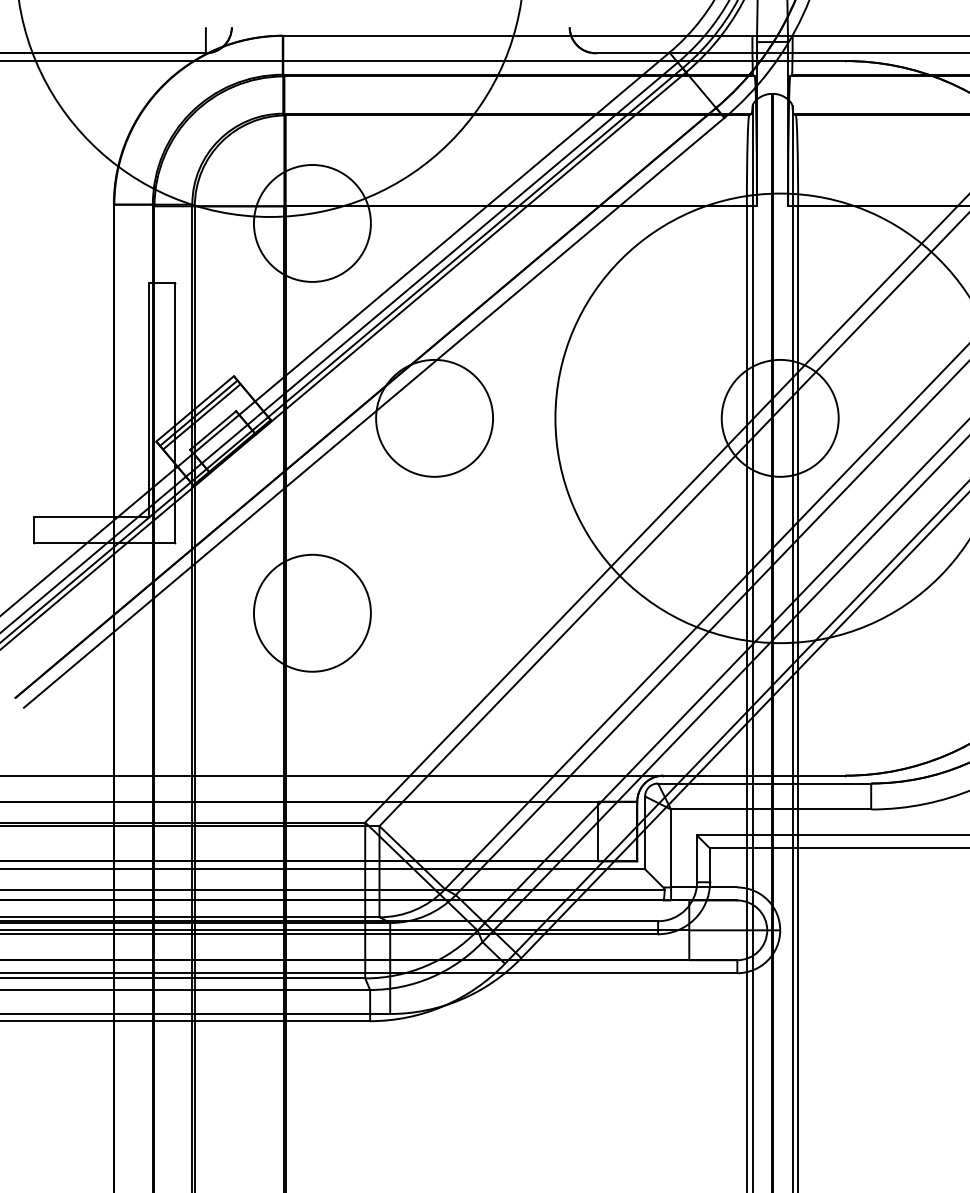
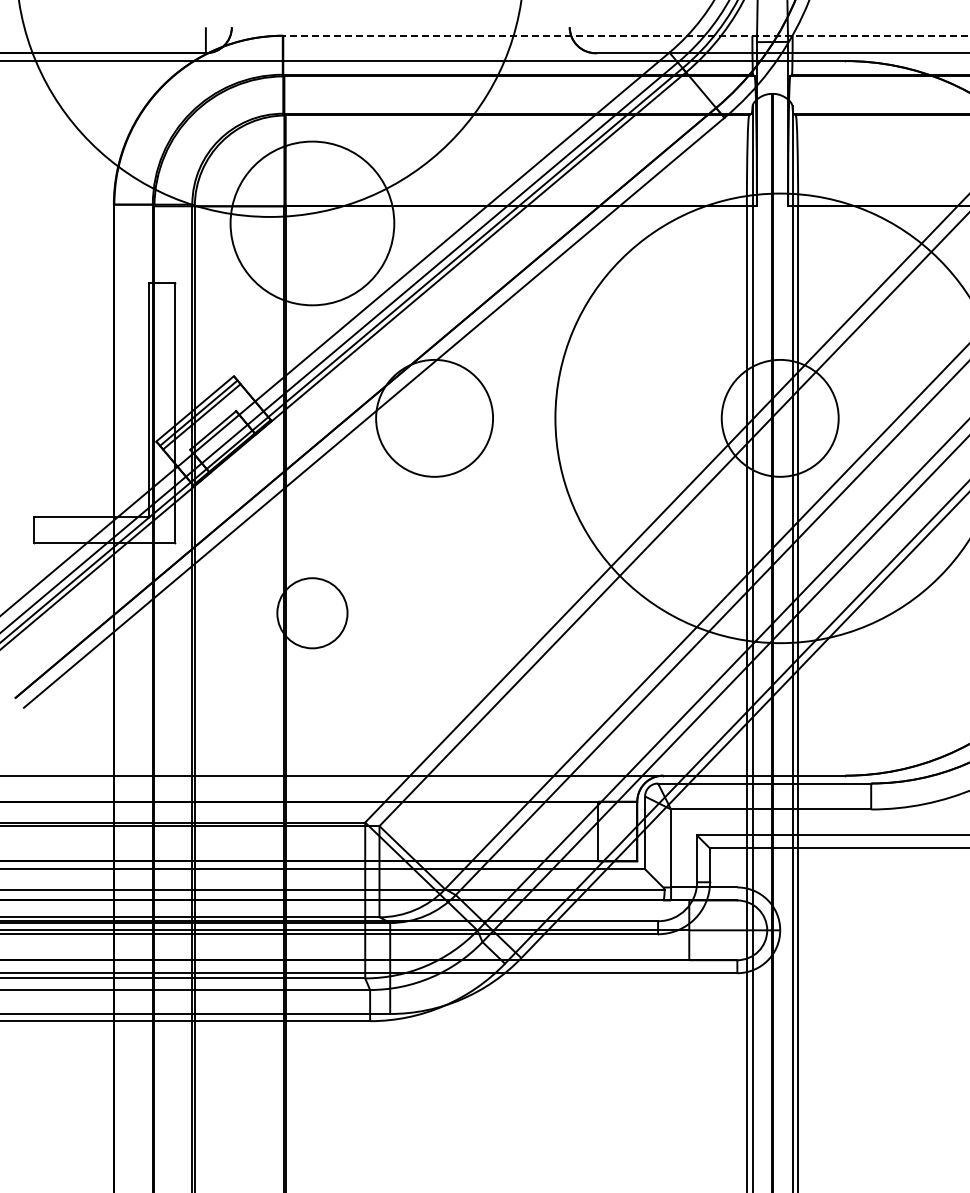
line at (626, 35): solid -> dashed
circle at (311, 222) diameter: 117 px -> 164 px
circle at (311, 612) diameter: 117 px -> 70 px
